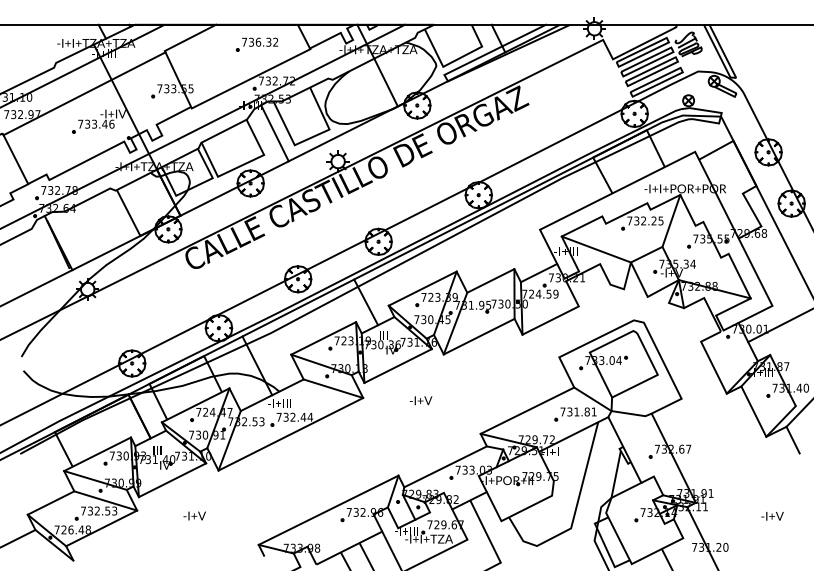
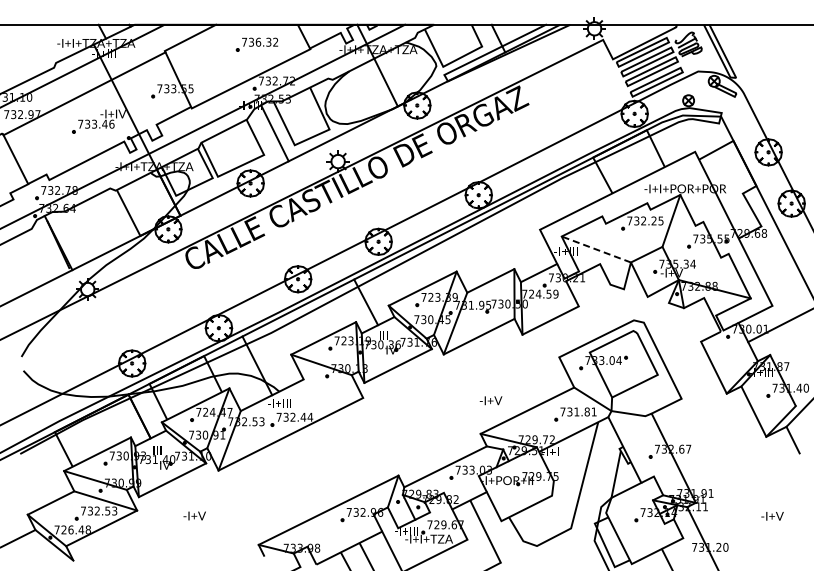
line at (596, 249): solid -> dashed
line at (333, 388): present -> none
text at (420, 400) position: (420, 400) -> (490, 400)
